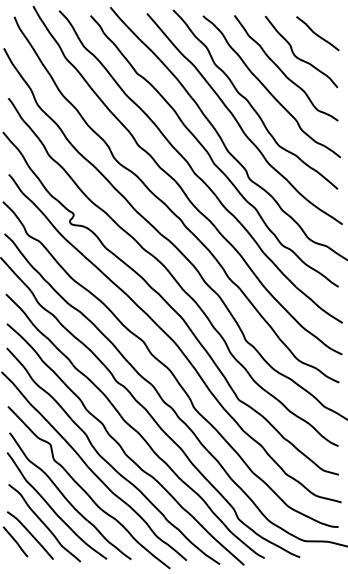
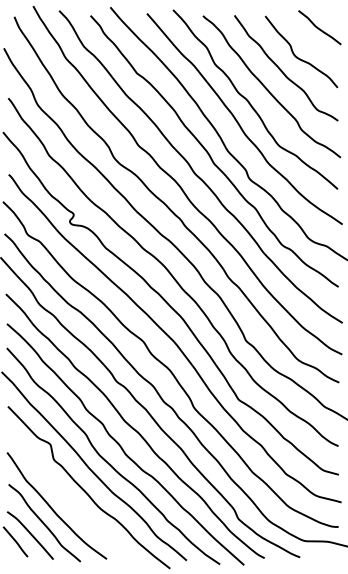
curve at (316, 33) position: (316, 33) -> (318, 27)
curve at (67, 498): present -> none
